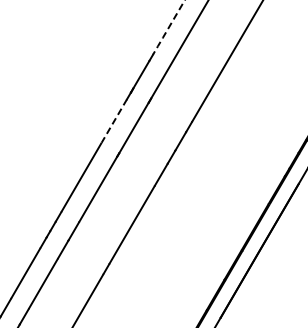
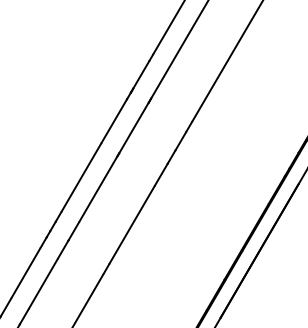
arc at (168, 27): dashed -> solid
line at (114, 121): dashed -> solid
